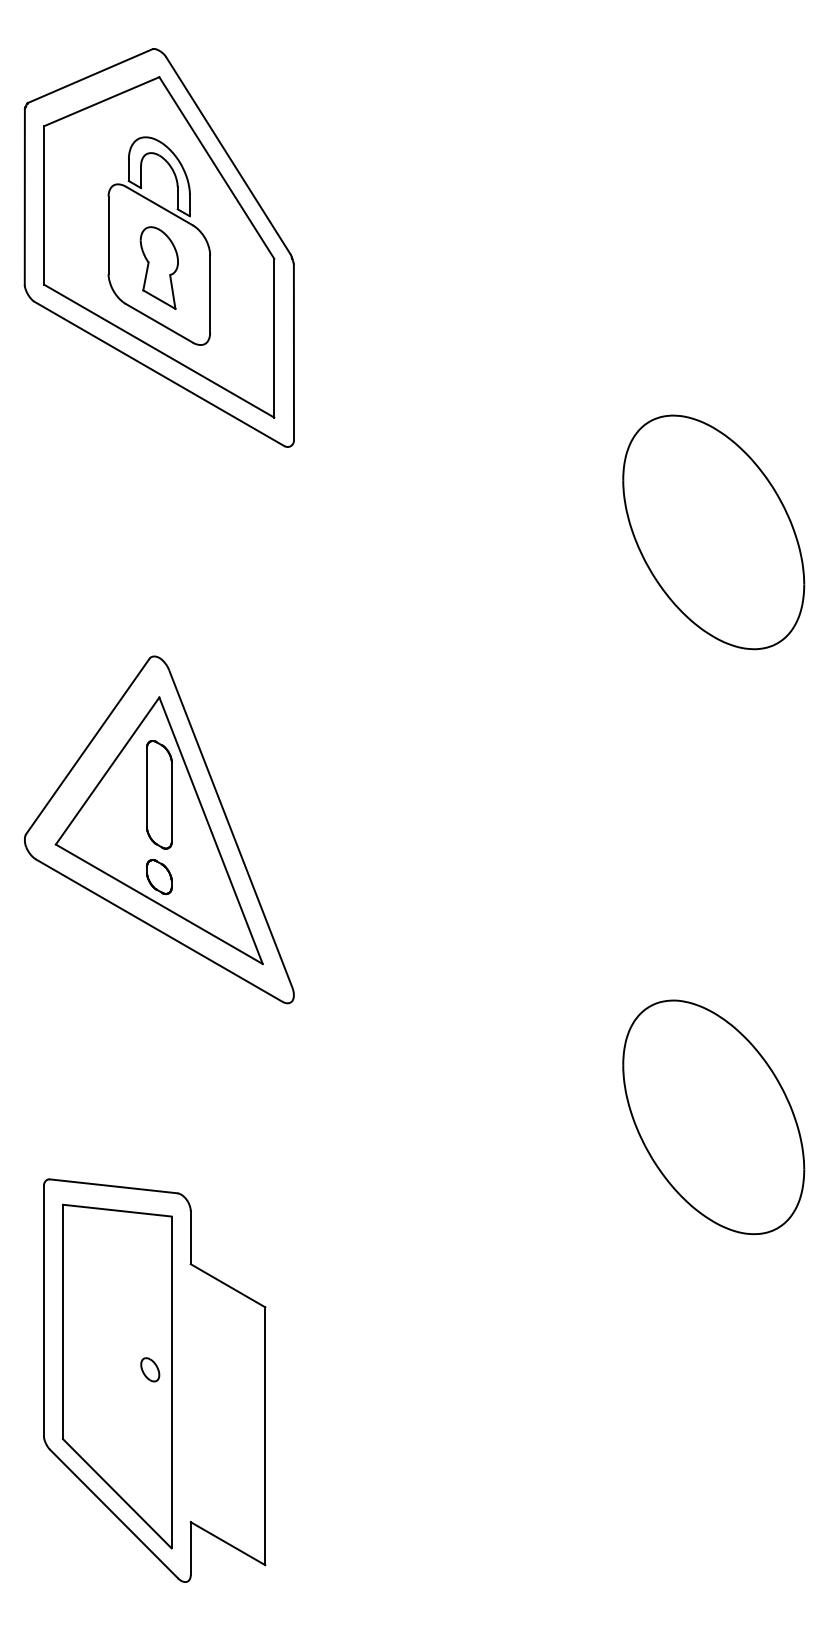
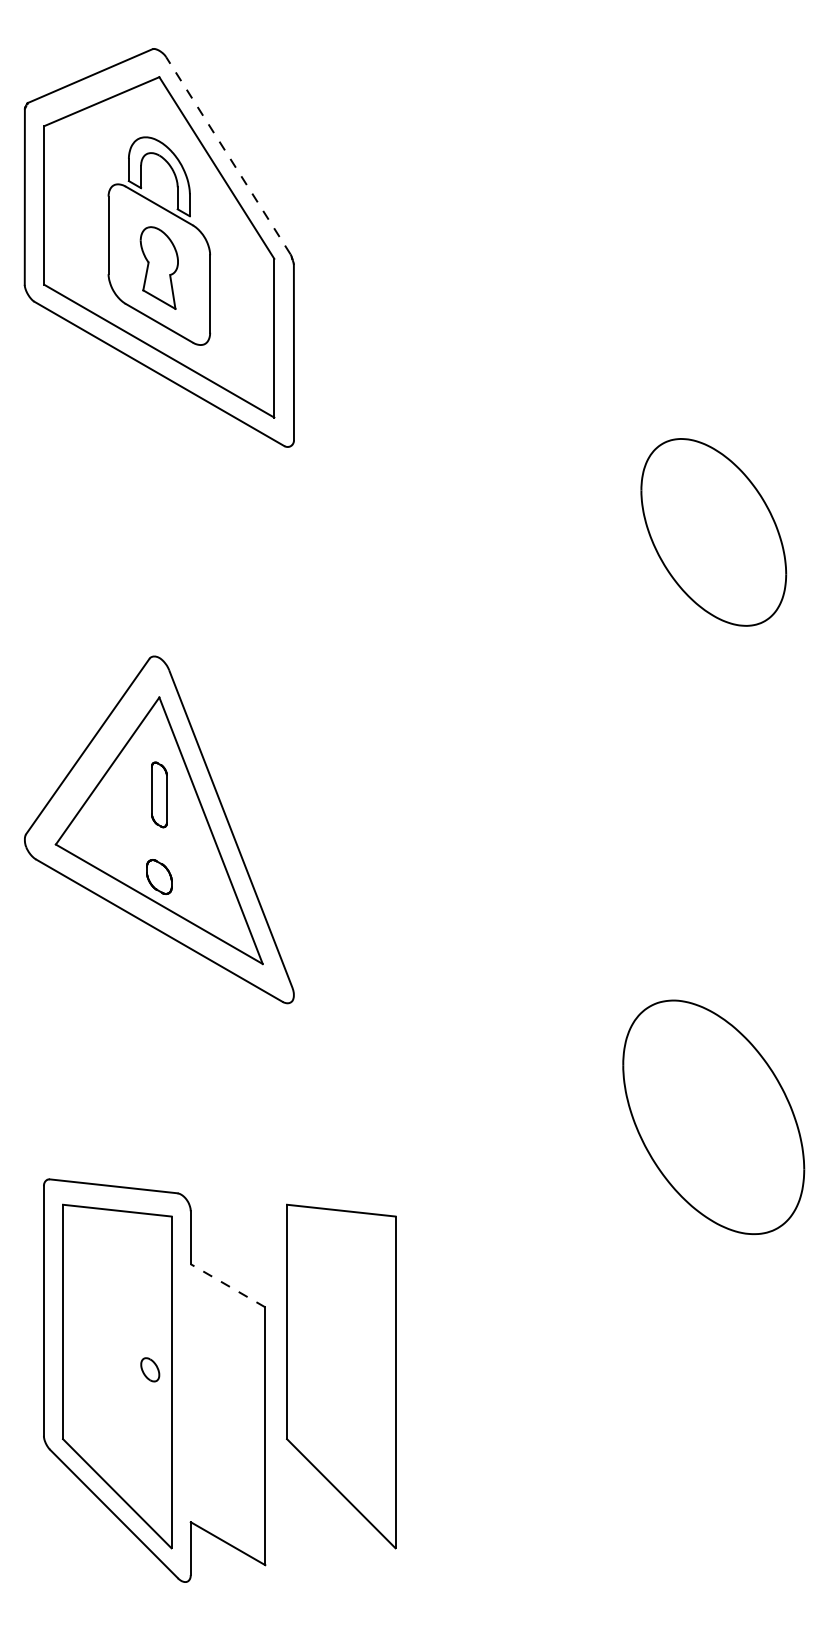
line at (228, 155): solid -> dashed
part at (713, 532) size: 184x237 px -> 148x189 px
part at (159, 794) size: 27x110 px -> 17x68 px
line at (227, 1285): solid -> dashed
part at (341, 1376): none -> present
